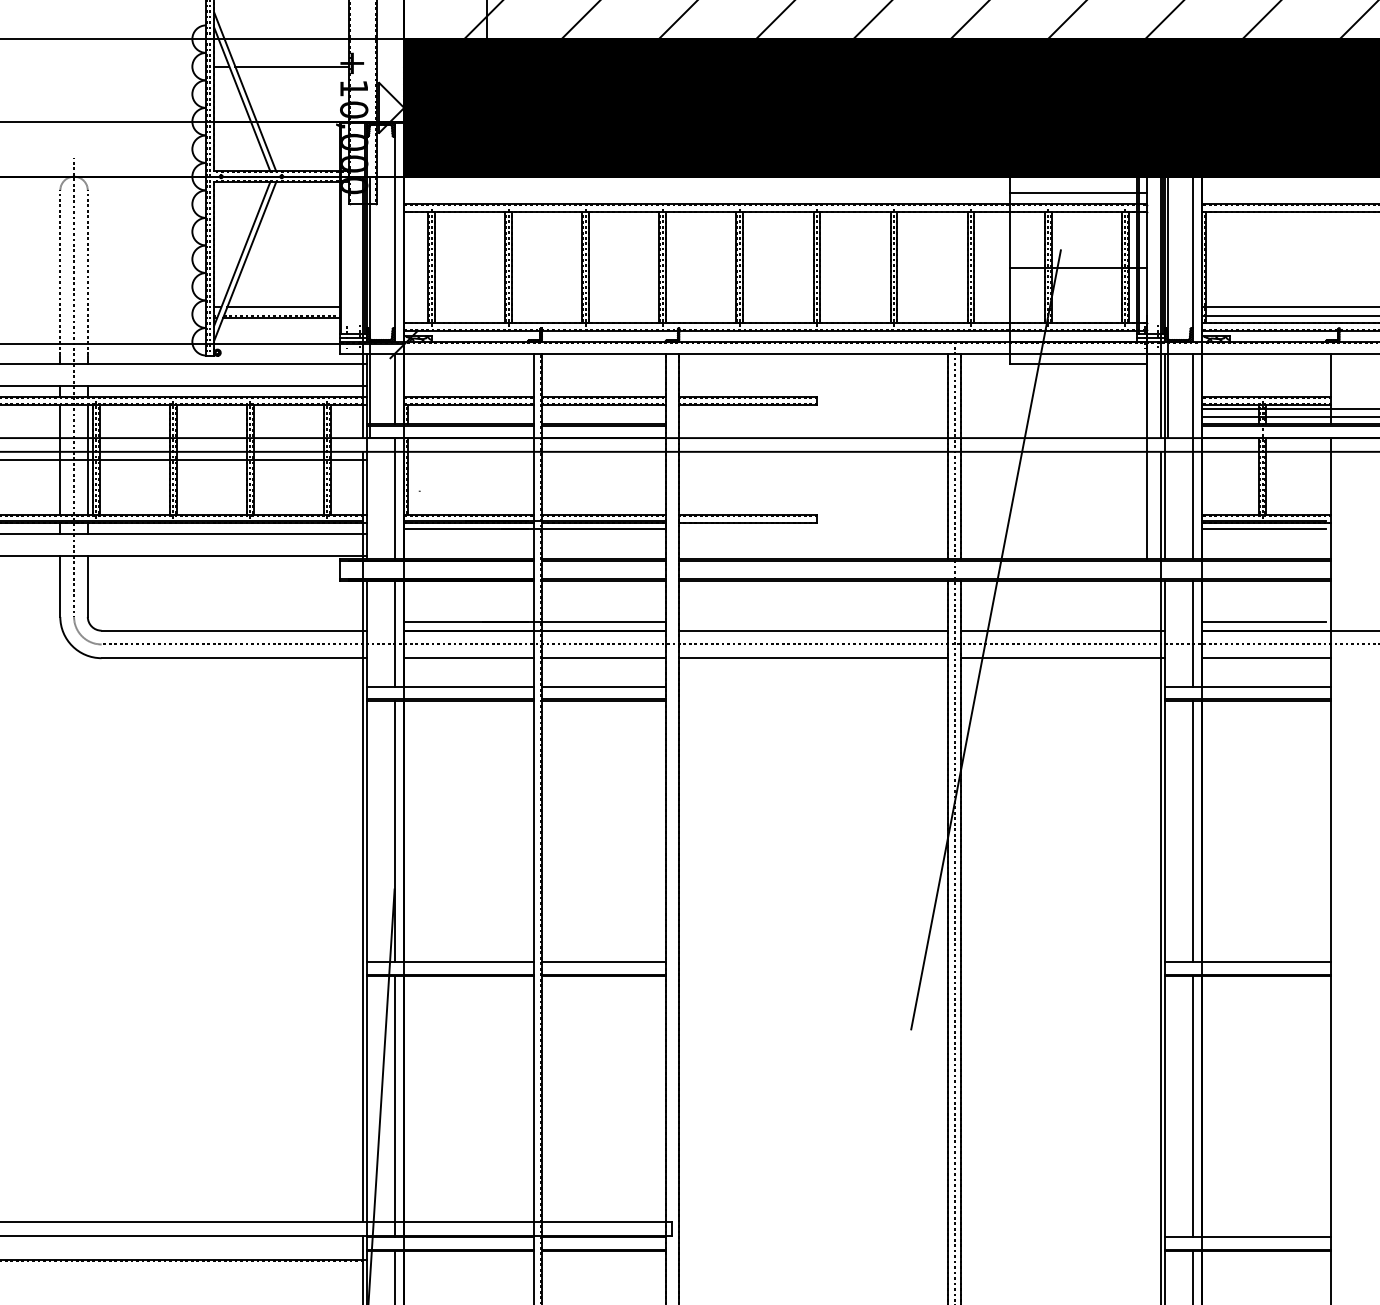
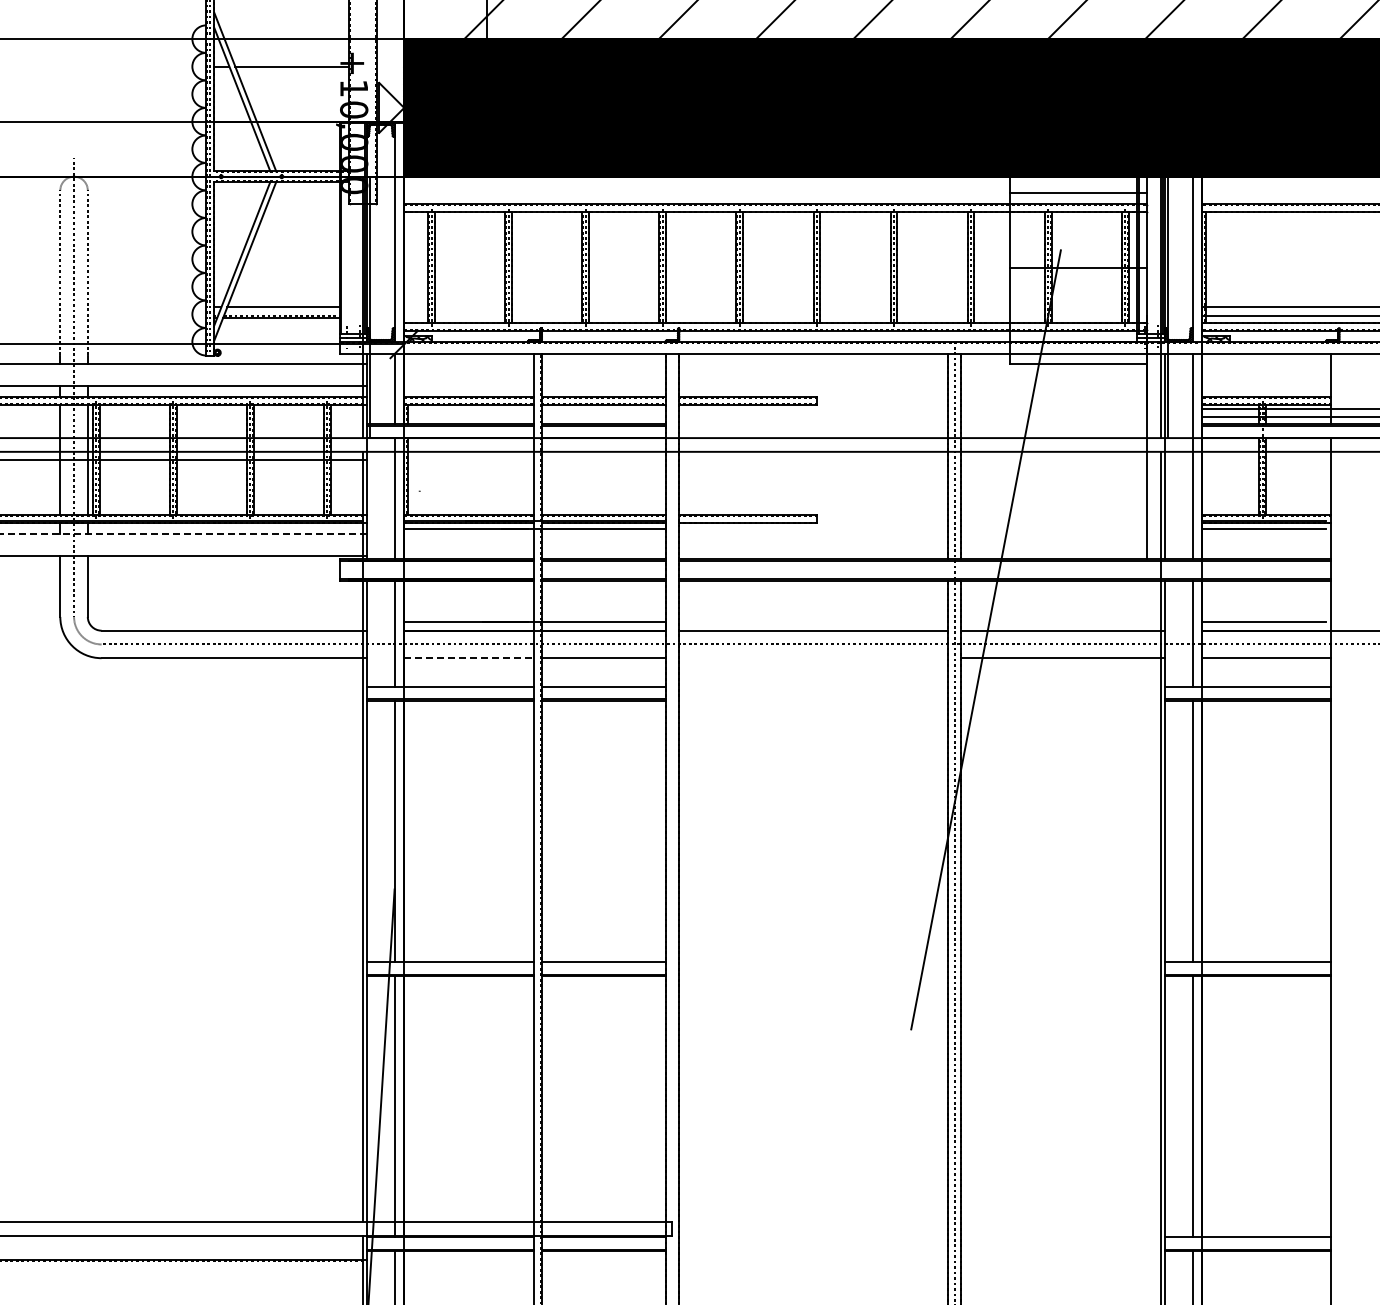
line at (184, 534): solid -> dashed
line at (468, 658): solid -> dashed
line at (813, 658): present -> none
